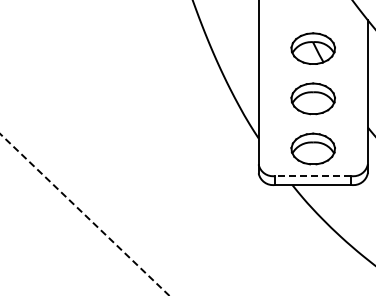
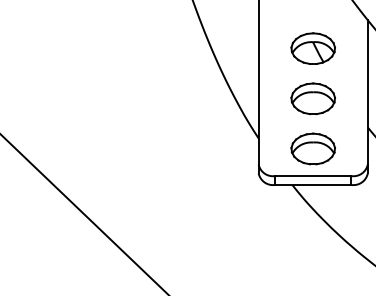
line at (312, 176): dashed -> solid
line at (84, 214): dashed -> solid
